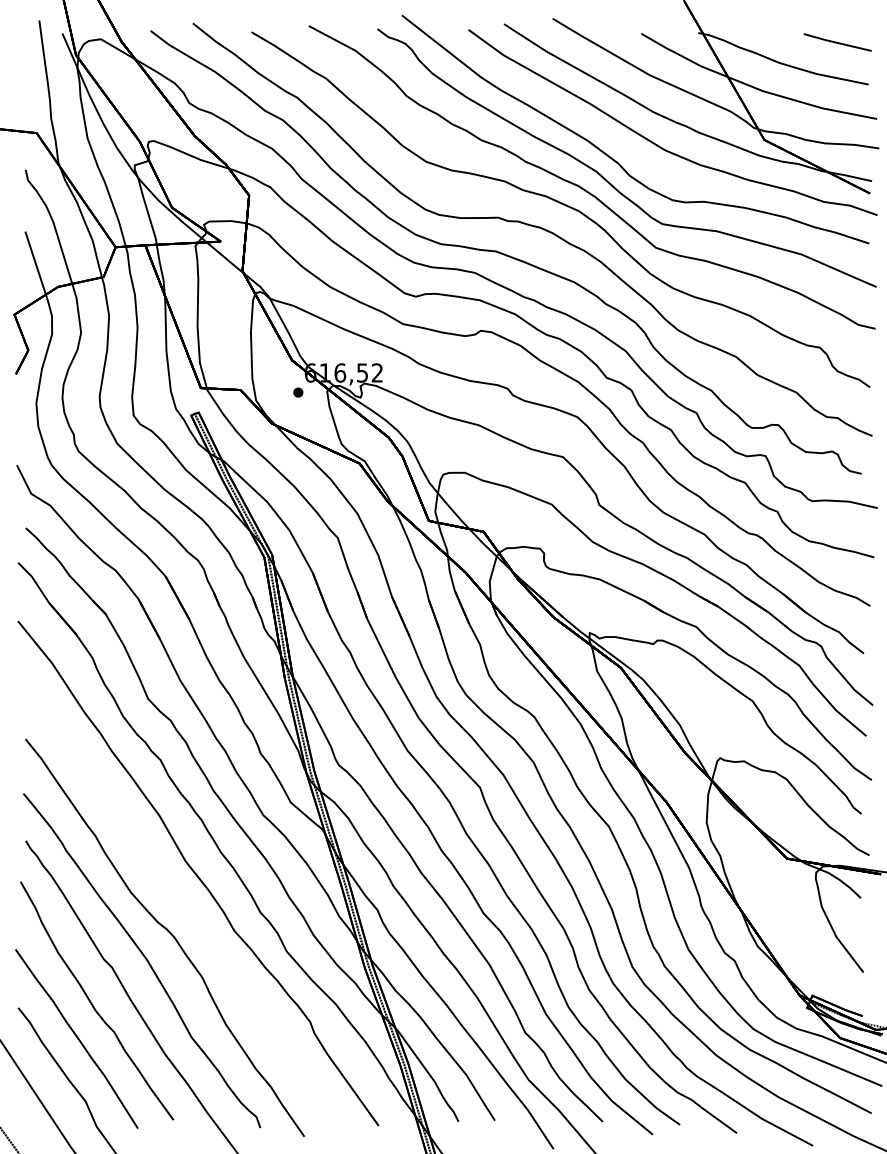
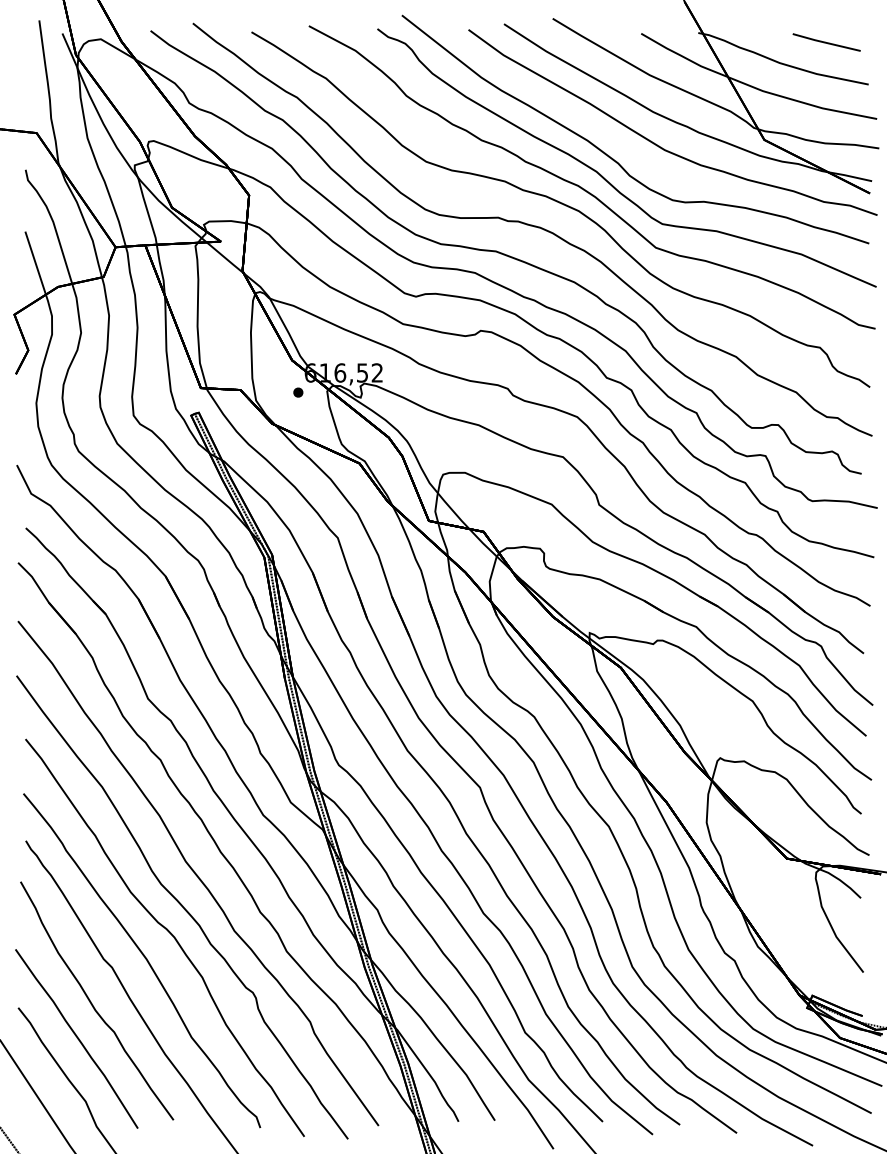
line at (837, 42) position: (837, 42) -> (826, 42)
part at (182, 907): none -> present
